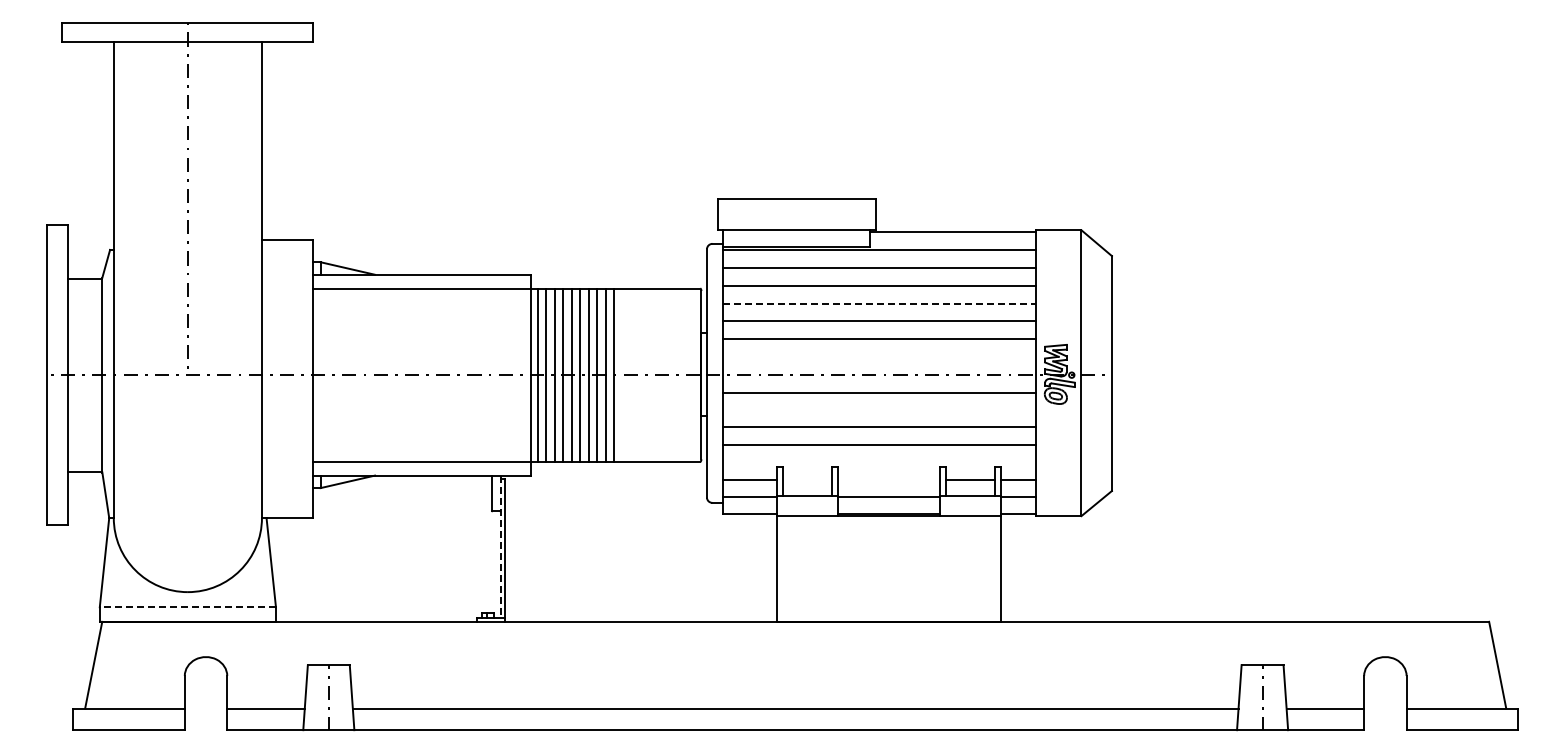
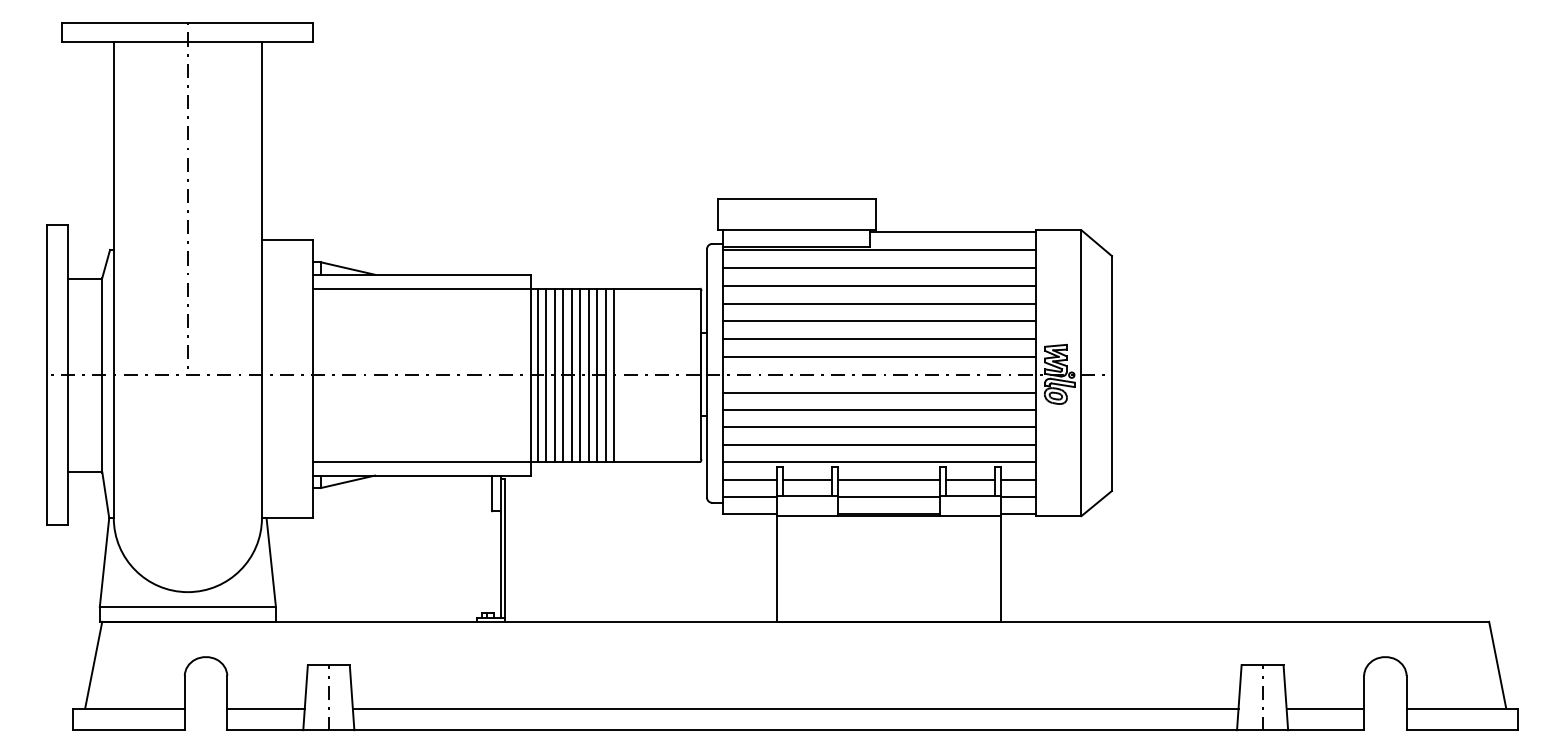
line at (880, 303): dashed -> solid
line at (879, 357): none -> present
line at (879, 409): none -> present
line at (879, 462): none -> present
line at (807, 479): none -> present
line at (889, 479): none -> present
line at (500, 547): dashed -> solid
line at (187, 607): dashed -> solid
